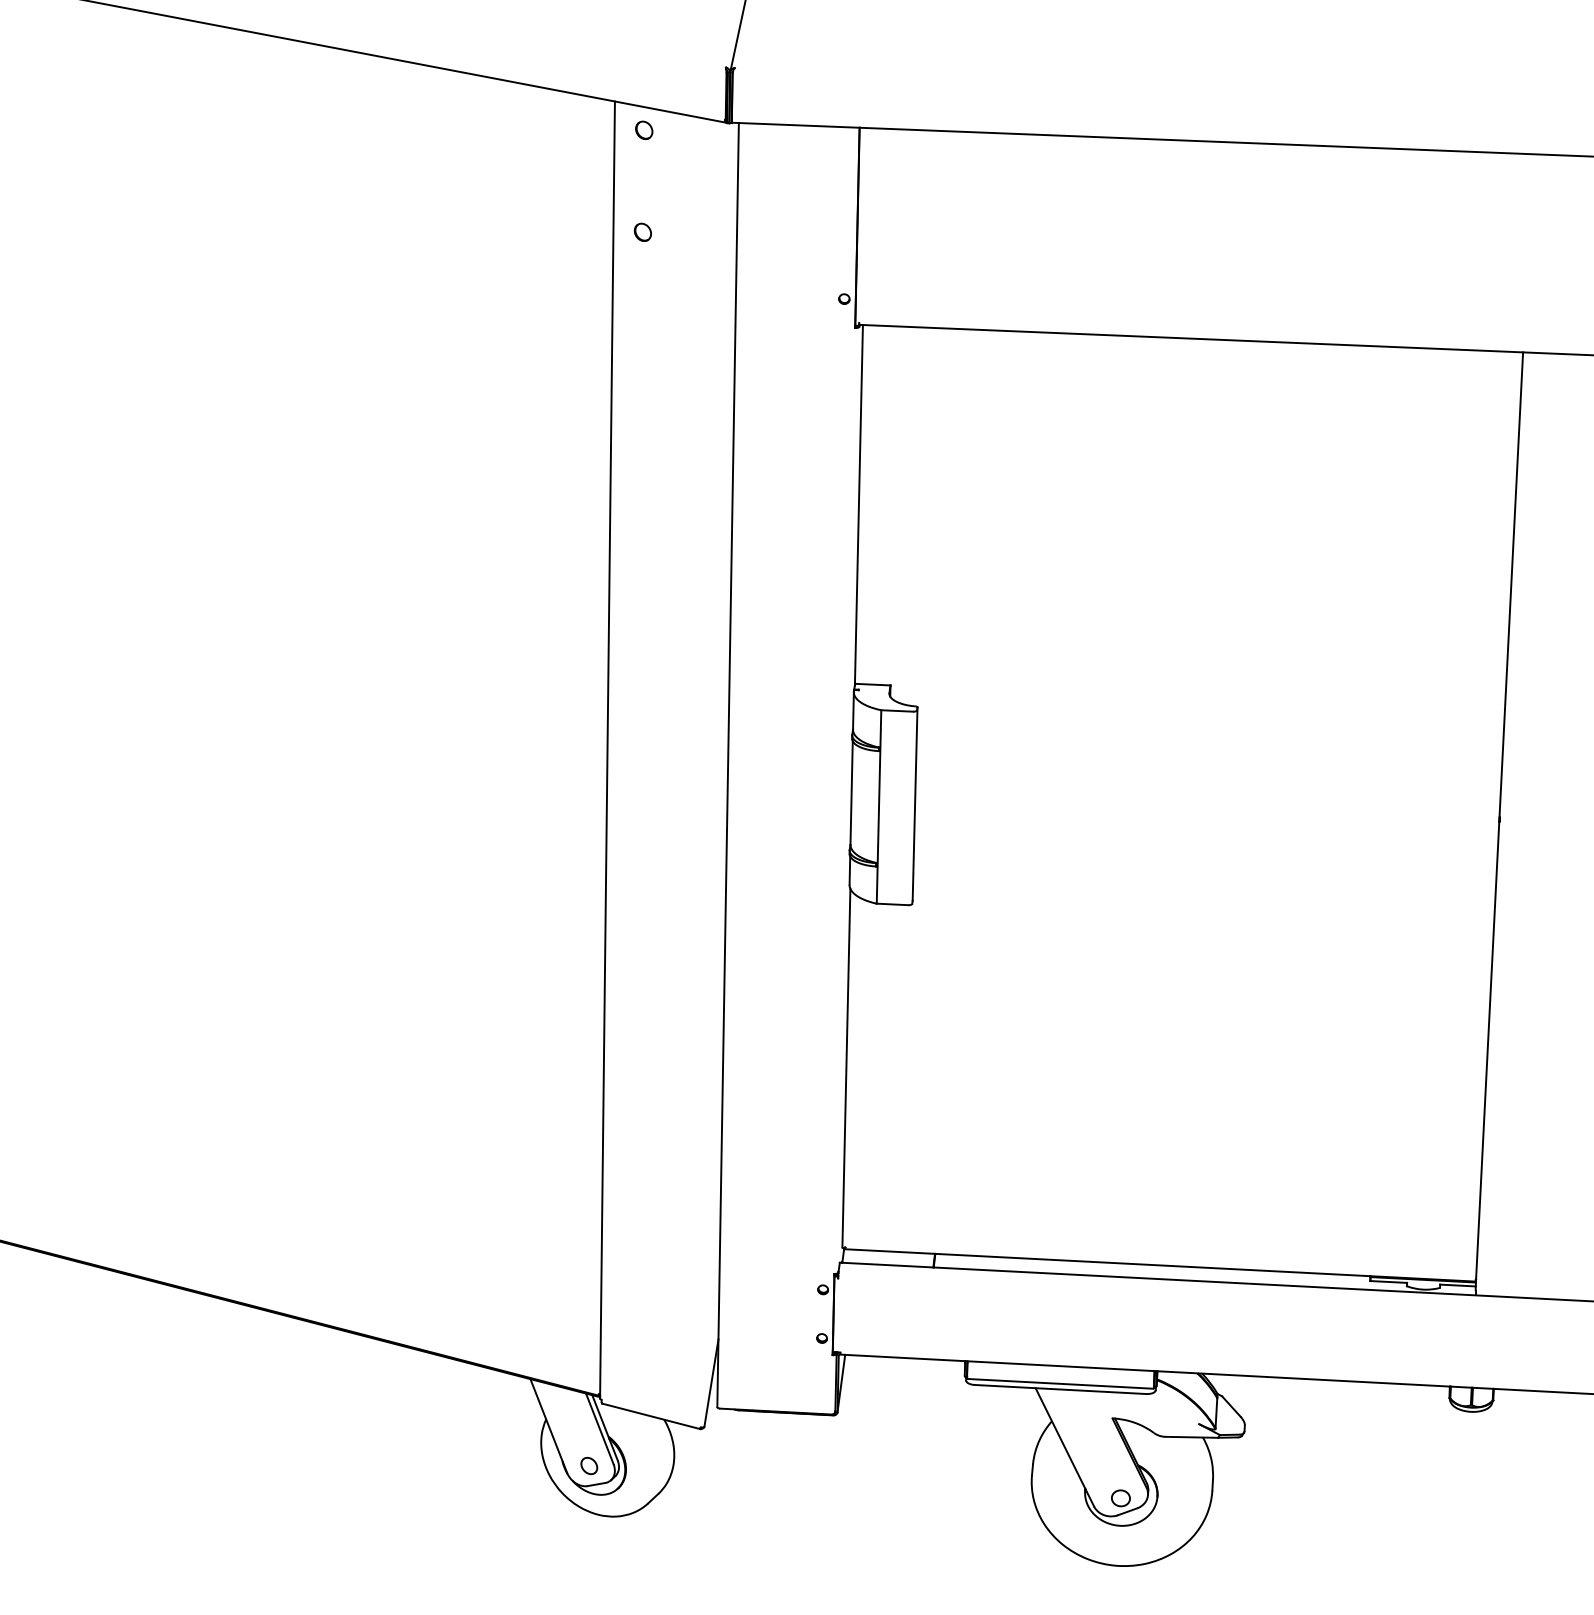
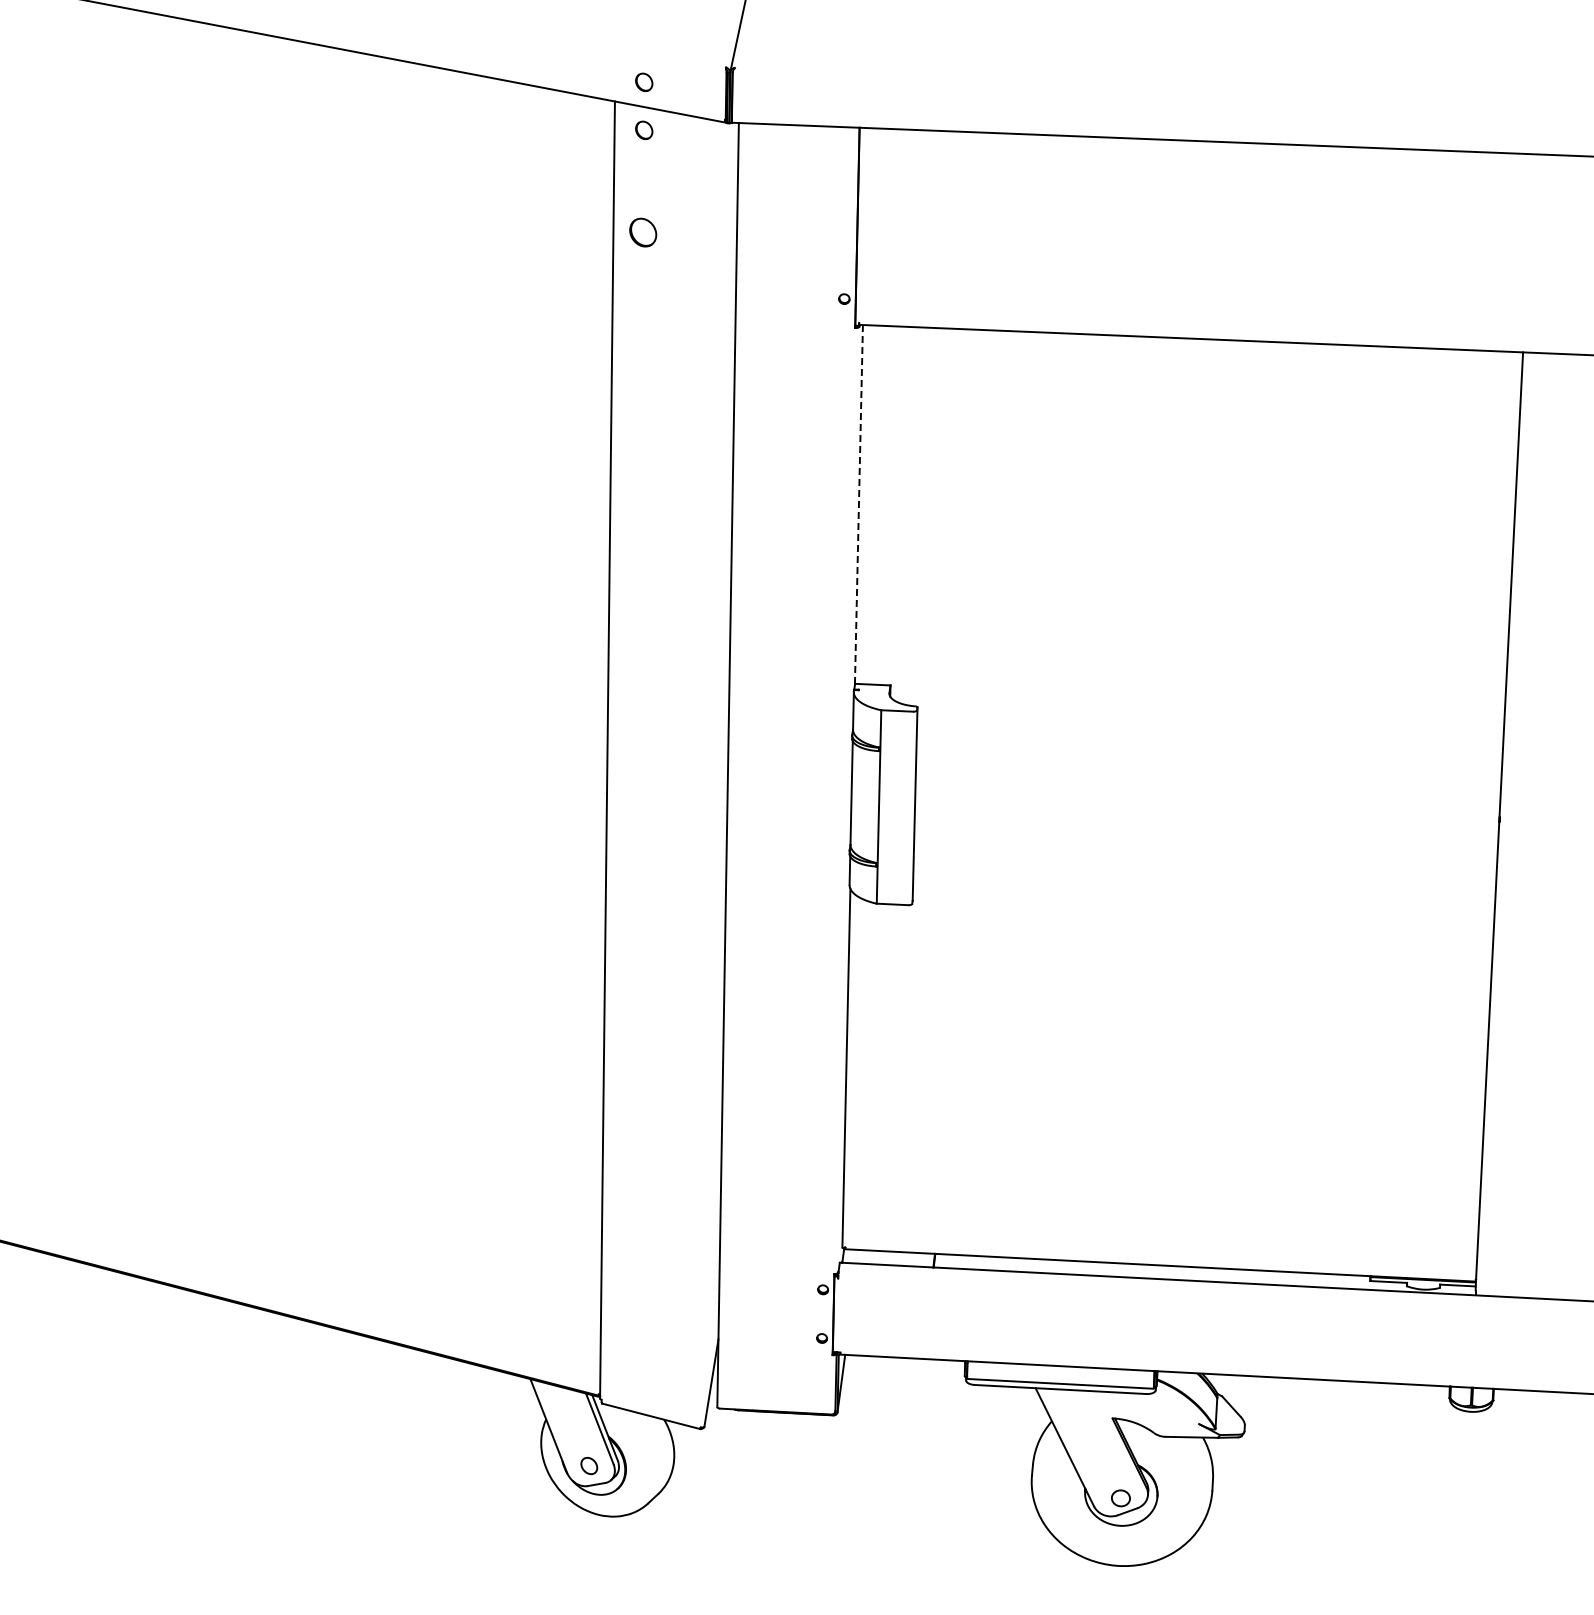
part at (644, 82): none -> present
part at (642, 231) size: 19x20 px -> 29x31 px
line at (858, 505): solid -> dashed
